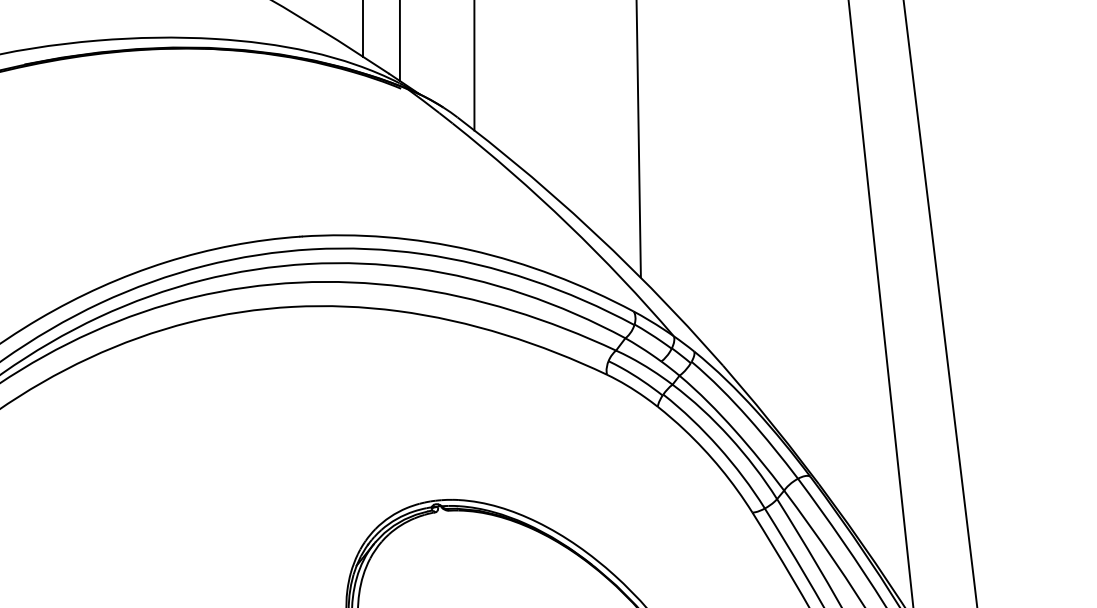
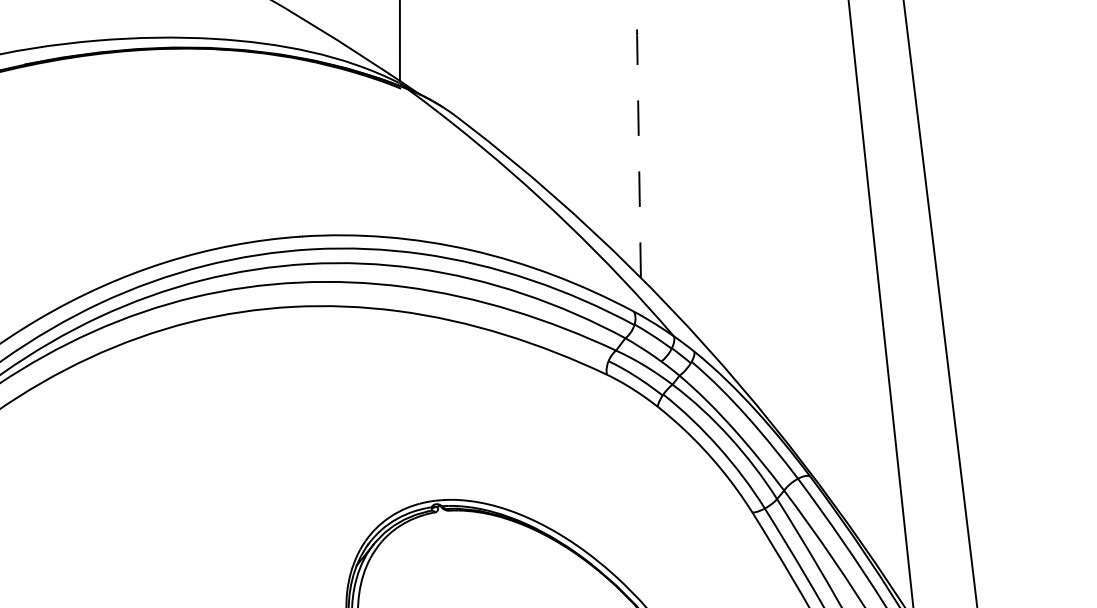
line at (362, 29): present -> none
line at (474, 66): present -> none
arc at (638, 138): solid -> dashed
